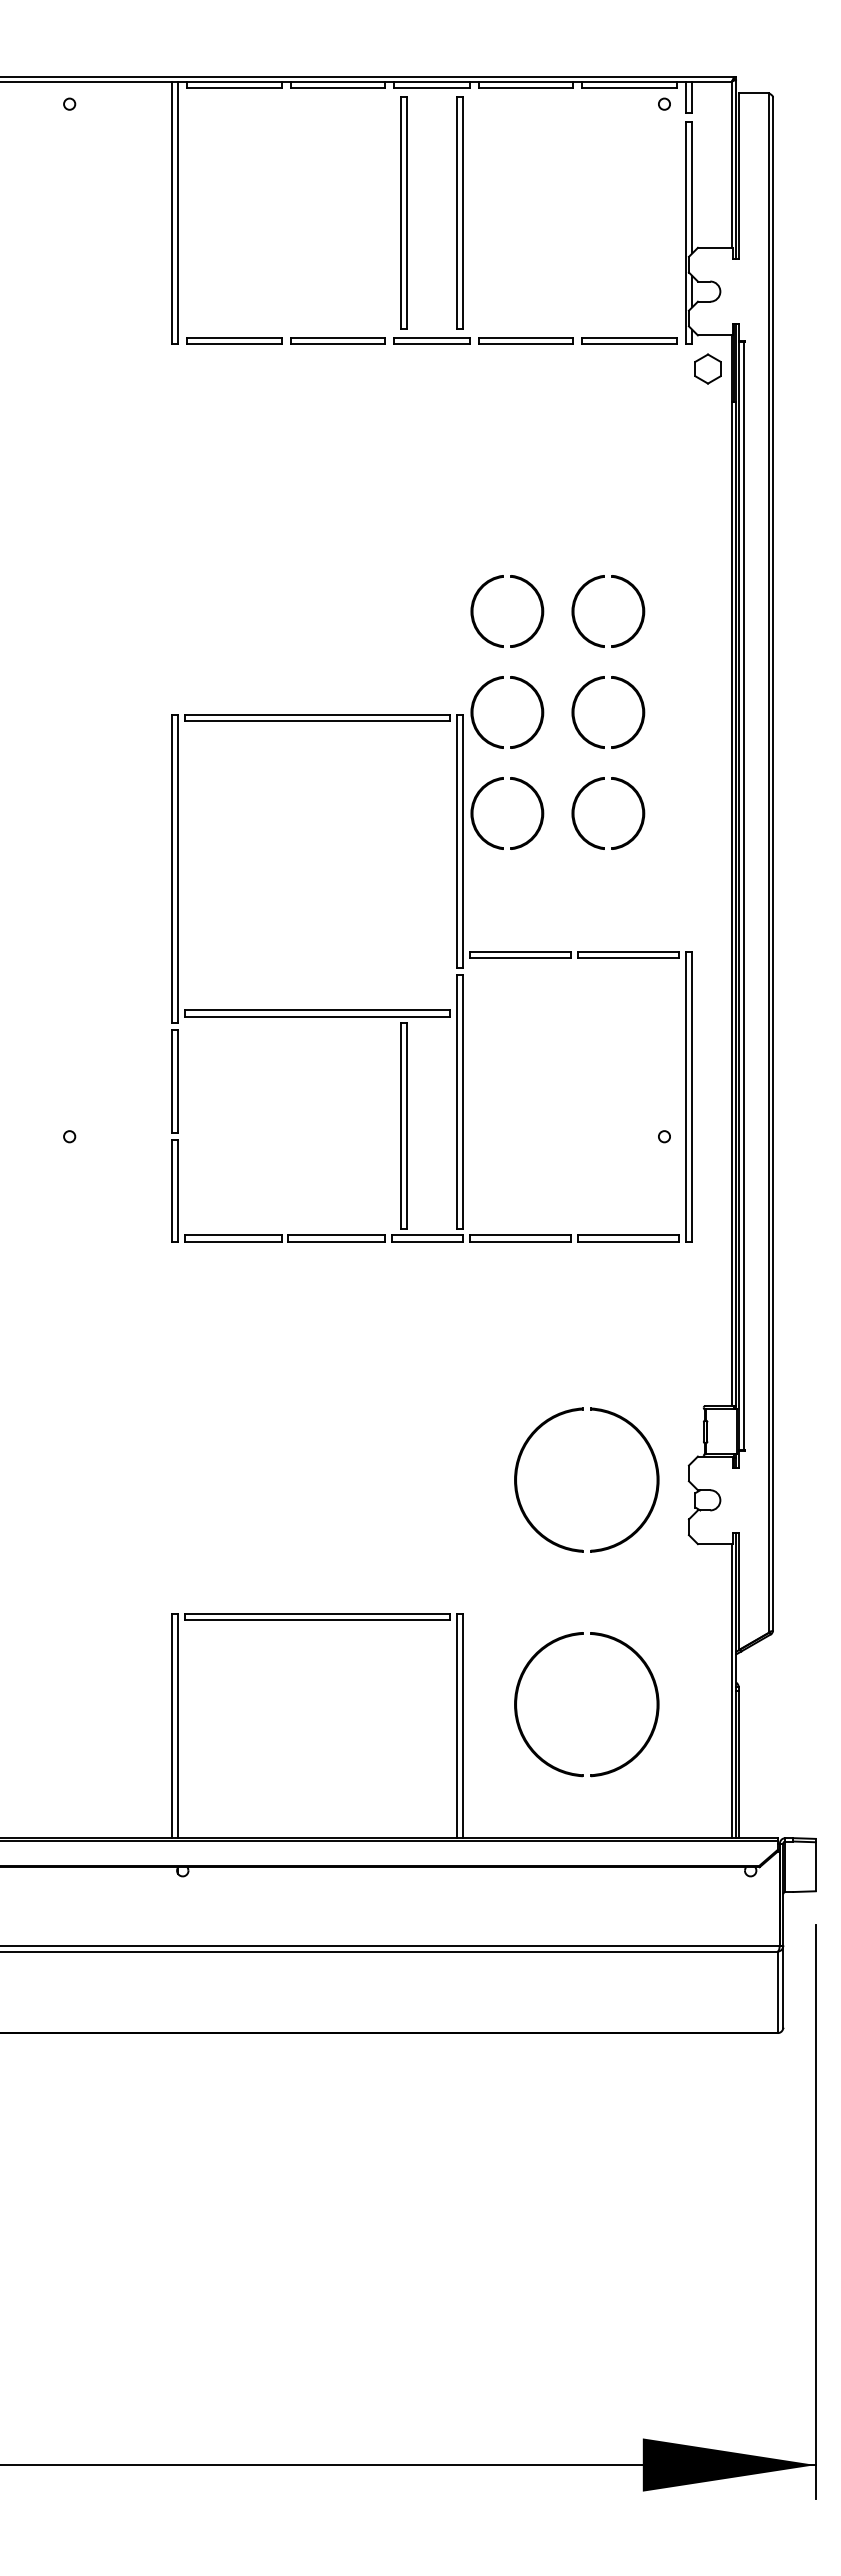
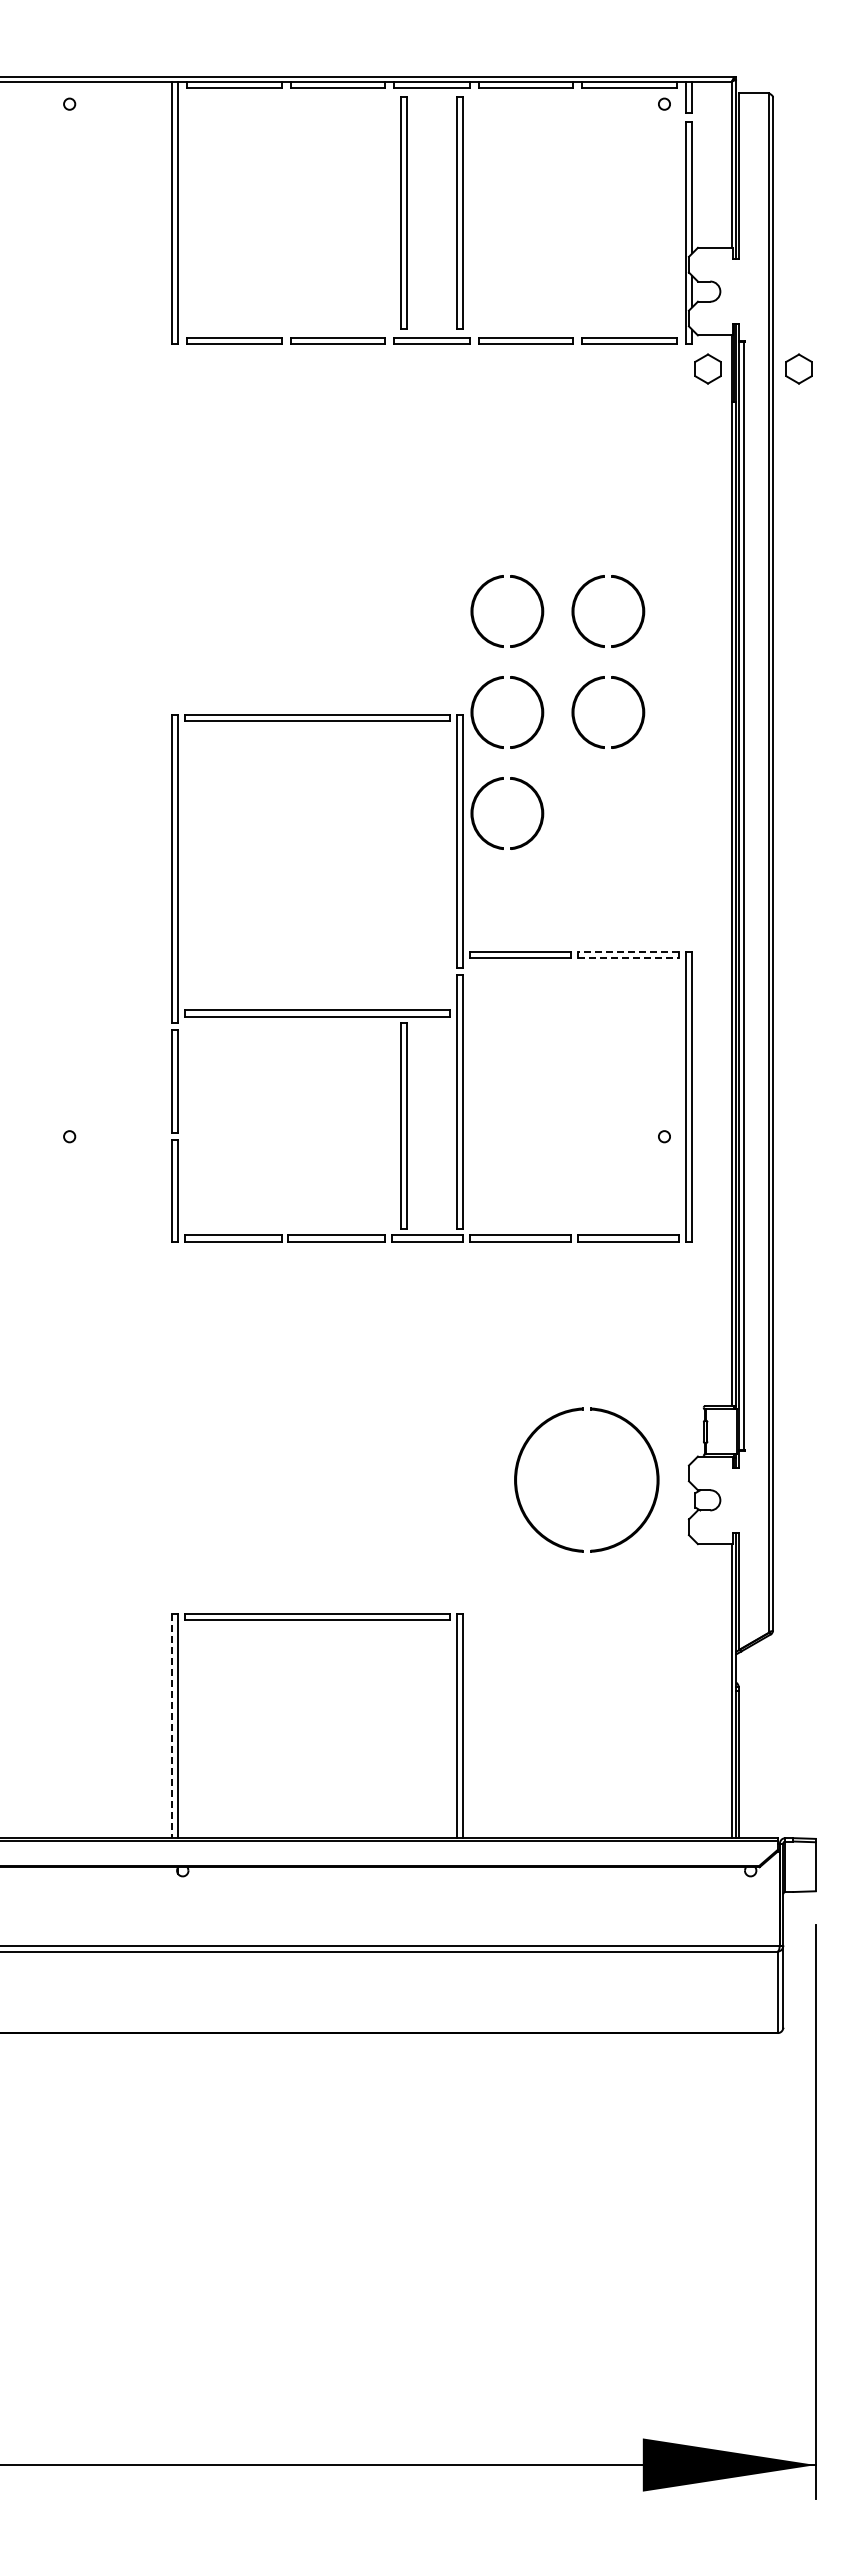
part at (798, 368): none -> present
part at (633, 791): present -> none
line at (628, 951): solid -> dashed
line at (628, 958): solid -> dashed
part at (532, 1661): present -> none
line at (171, 1726): solid -> dashed
